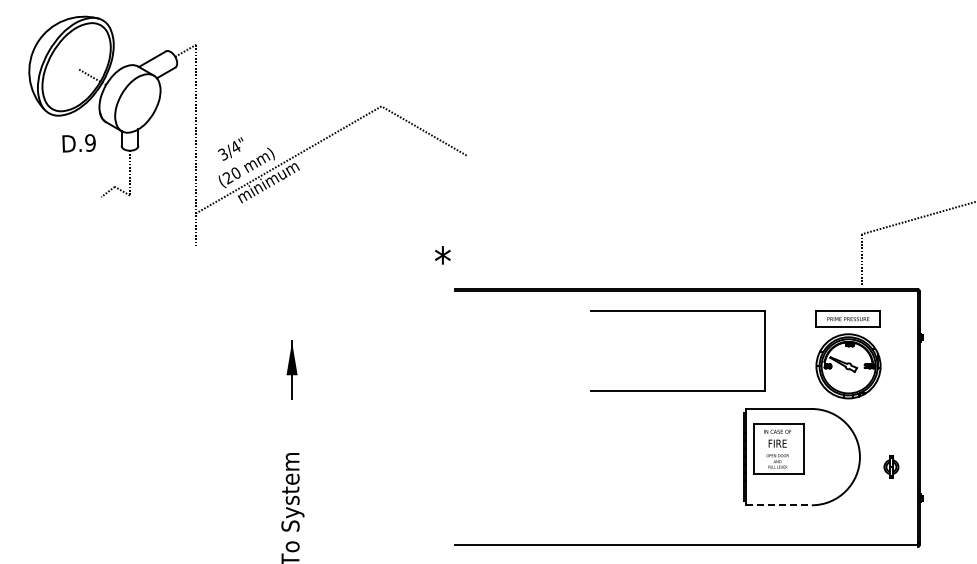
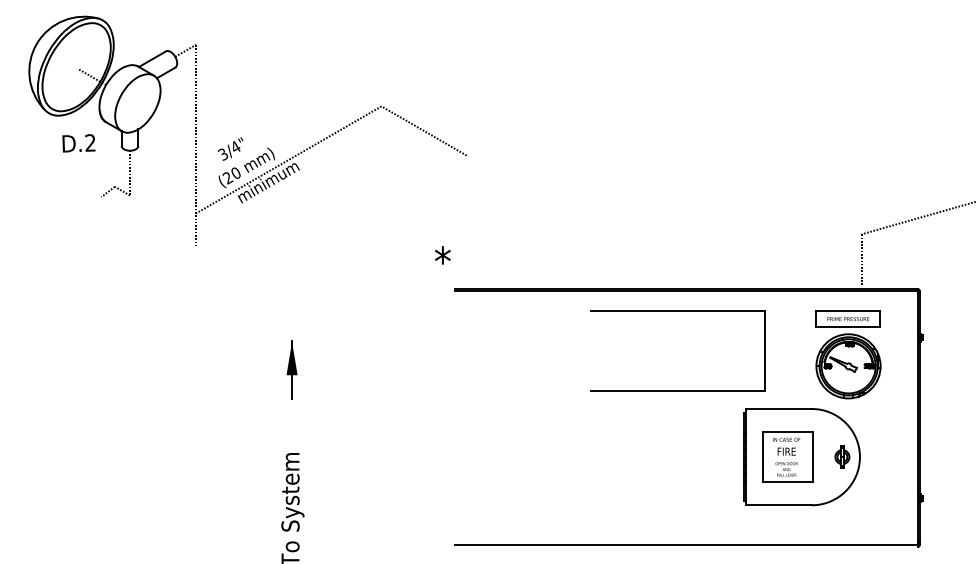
text at (90, 142): D.9 -> D.2
part at (778, 448) position: (778, 448) -> (787, 456)
part at (891, 466) position: (891, 466) -> (842, 456)
line at (779, 505): dashed -> solid
